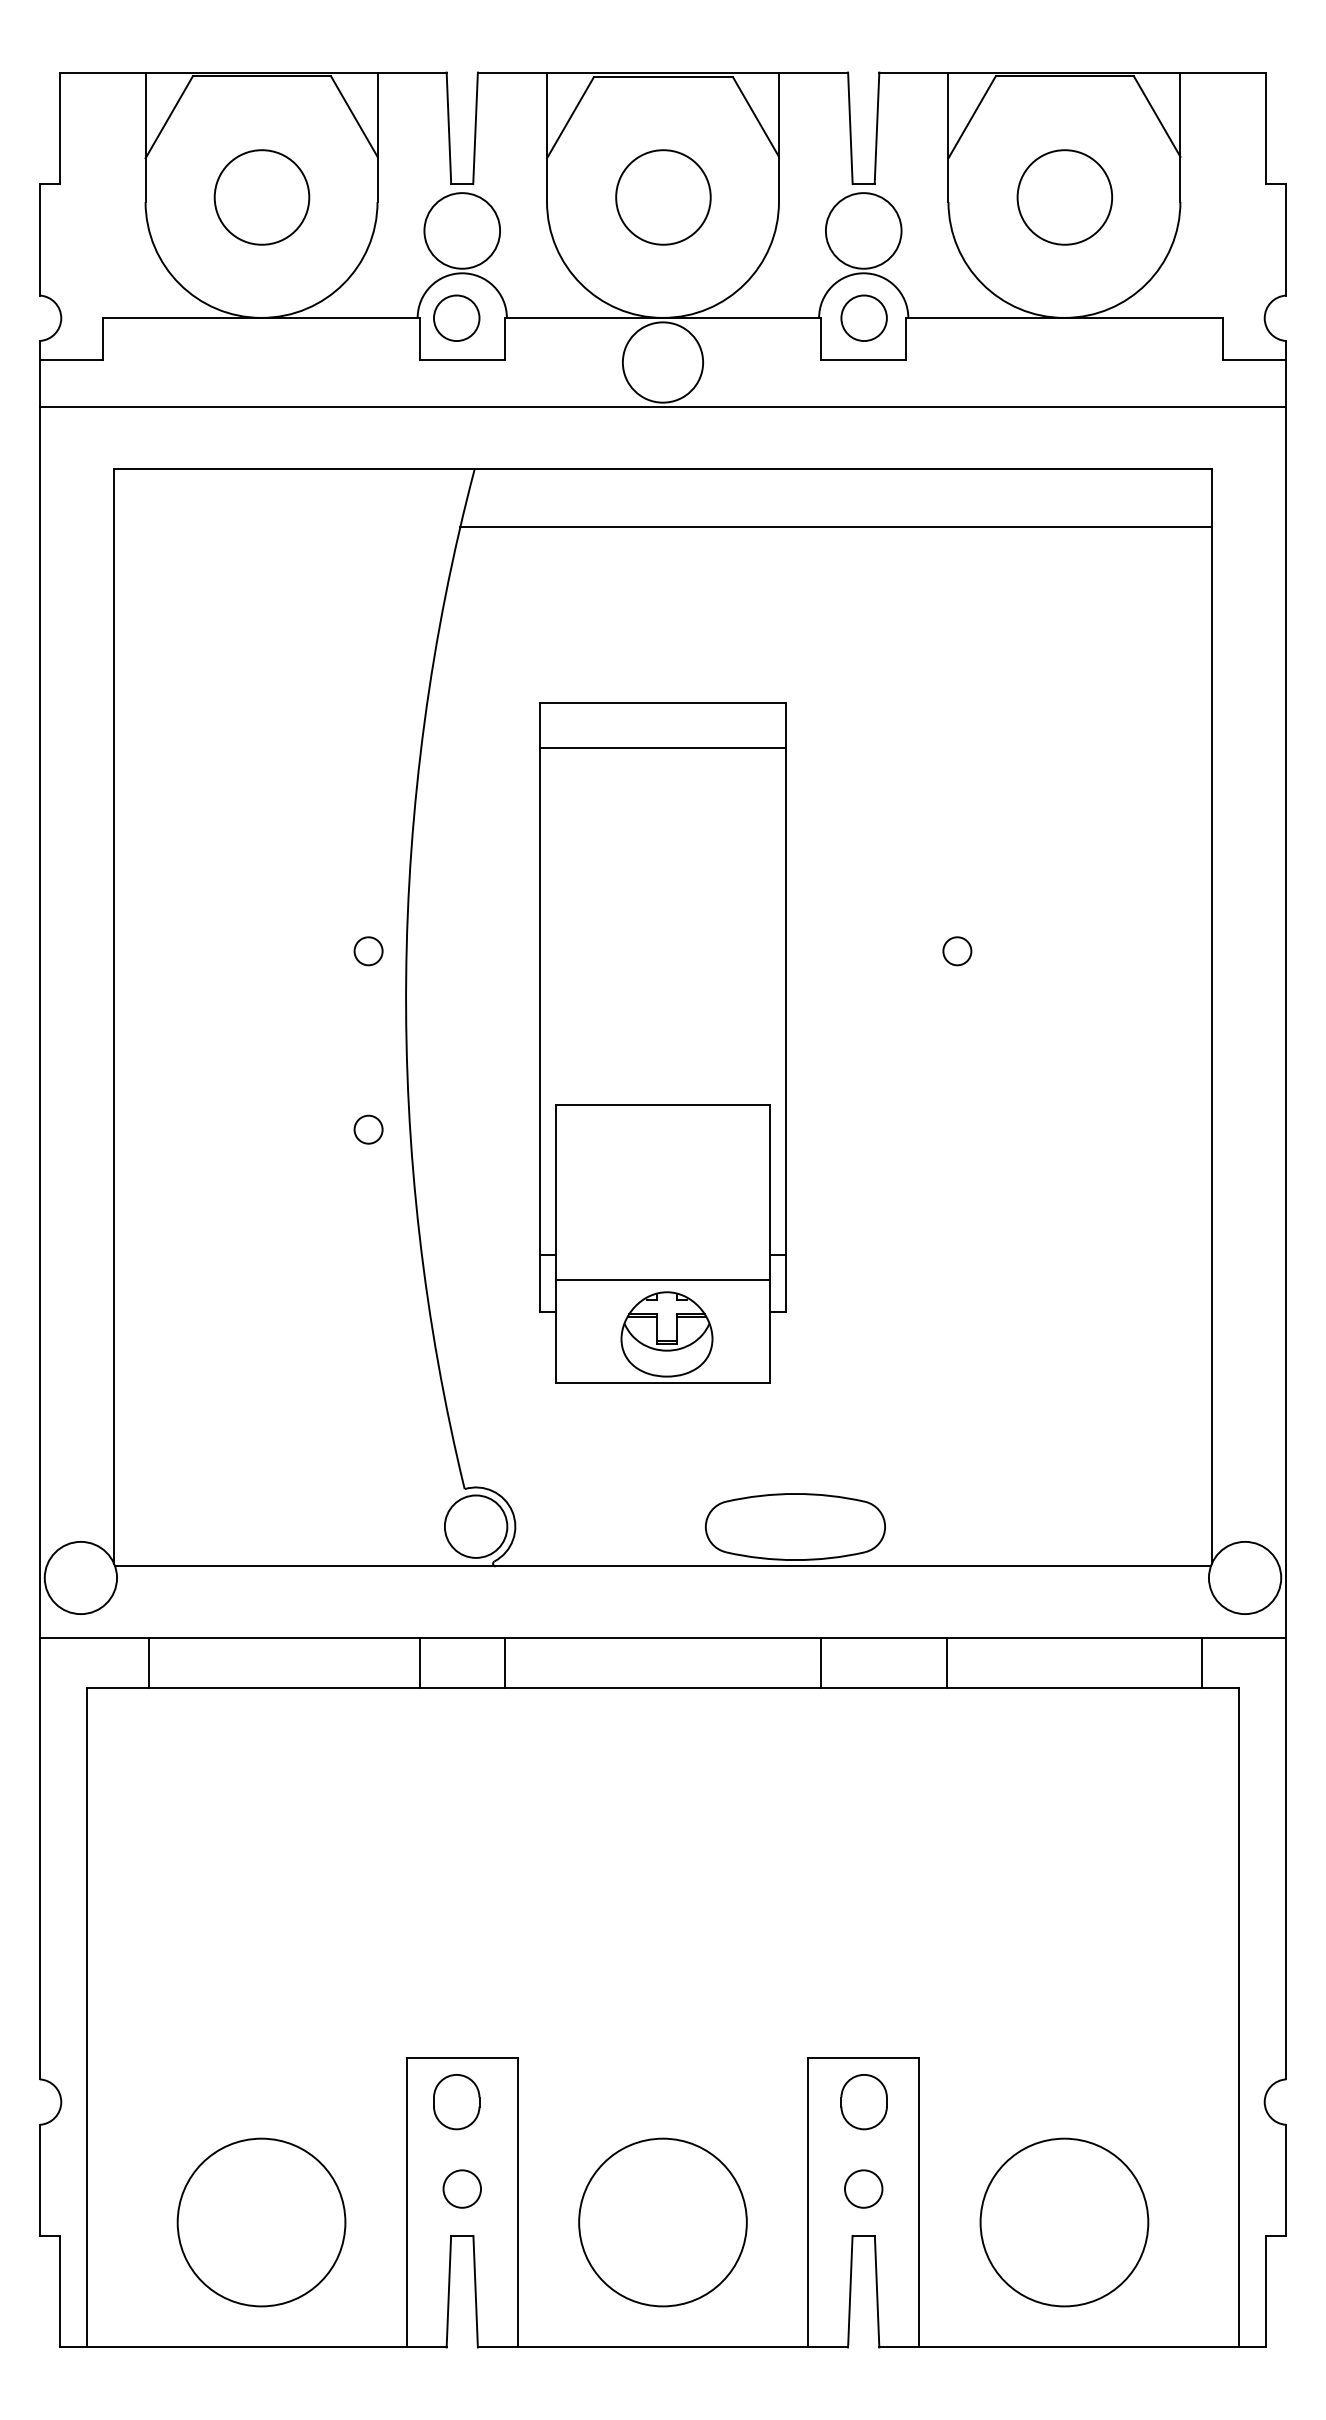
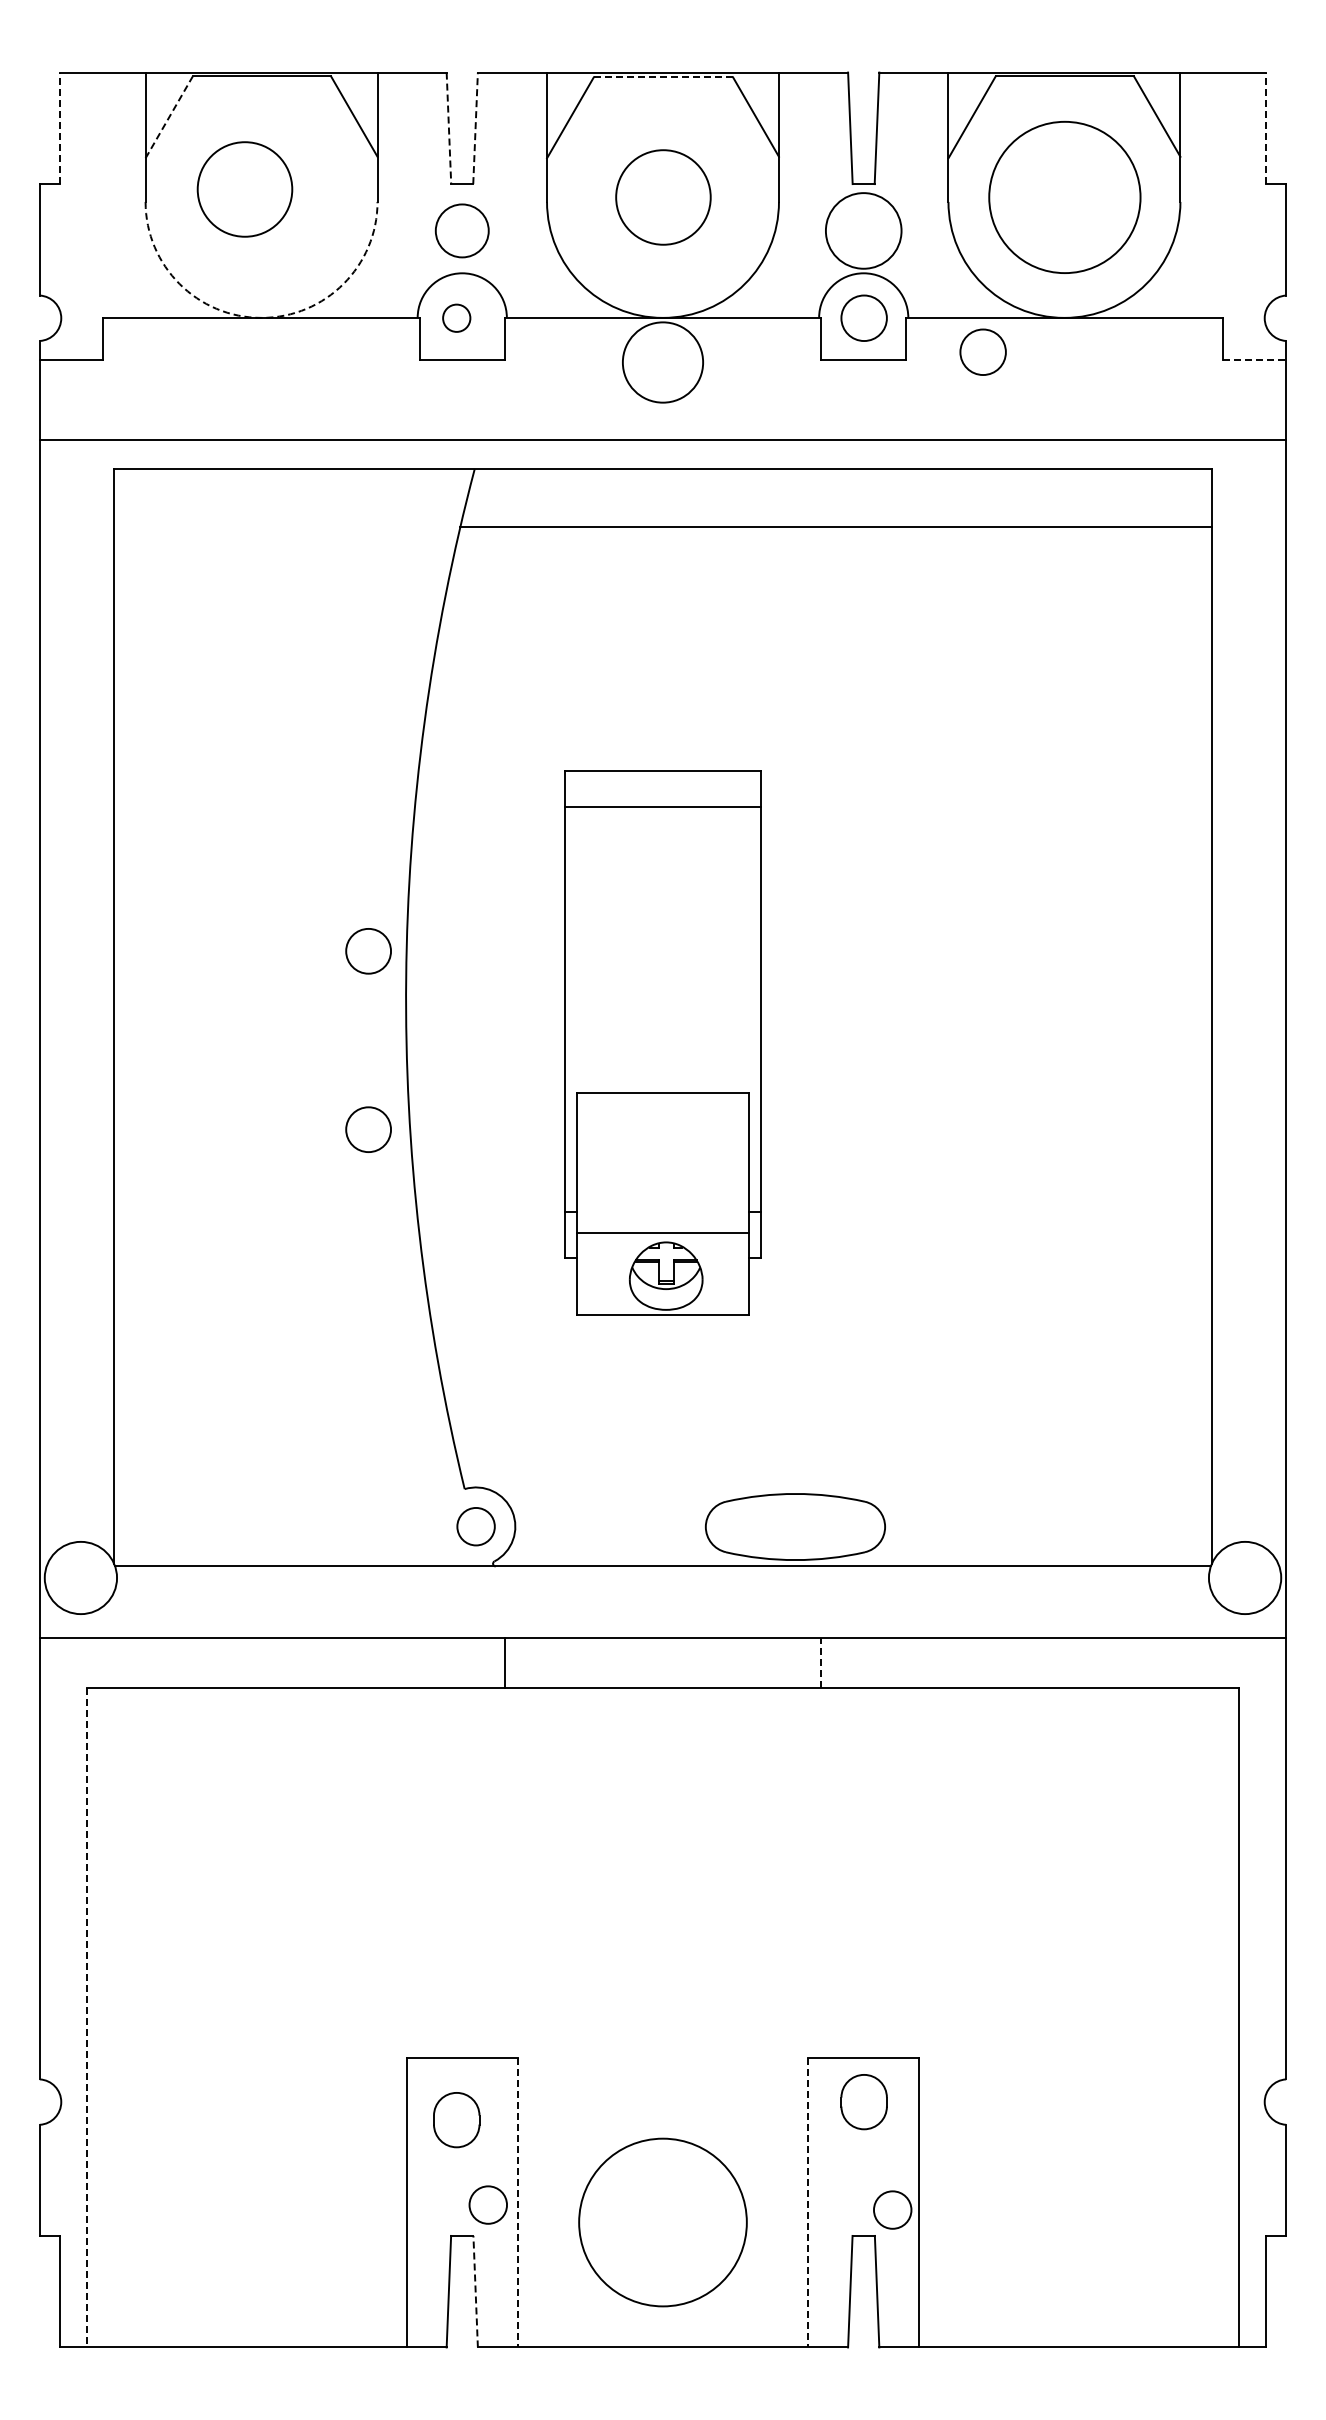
line at (663, 77): solid -> dashed
line at (169, 116): solid -> dashed
line at (59, 128): solid -> dashed
line at (448, 128): solid -> dashed
line at (475, 128): solid -> dashed
line at (1266, 128): solid -> dashed
circle at (261, 197) position: (261, 197) -> (244, 189)
circle at (1064, 197) diameter: 95 px -> 151 px
circle at (462, 230) diameter: 76 px -> 53 px
arc at (261, 317): solid -> dashed
circle at (456, 318) diameter: 45 px -> 27 px
circle at (982, 351): none -> present
line at (1254, 360): solid -> dashed
line at (662, 407) position: (662, 407) -> (662, 440)
circle at (368, 951) diameter: 28 px -> 45 px
circle at (957, 951): present -> none
part at (662, 1042) size: 248x682 px -> 198x546 px
circle at (368, 1129) diameter: 28 px -> 45 px
circle at (475, 1526) diameter: 62 px -> 37 px
line at (148, 1663): present -> none
line at (419, 1663): present -> none
line at (821, 1663): solid -> dashed
line at (947, 1663): present -> none
line at (1201, 1663): present -> none
line at (86, 2017): solid -> dashed
part at (456, 2102) position: (456, 2102) -> (456, 2120)
circle at (461, 2188) position: (461, 2188) -> (487, 2204)
circle at (863, 2188) position: (863, 2188) -> (892, 2209)
line at (518, 2202): solid -> dashed
line at (807, 2202): solid -> dashed
circle at (261, 2222): present -> none
circle at (1064, 2222): present -> none
line at (475, 2291): solid -> dashed
